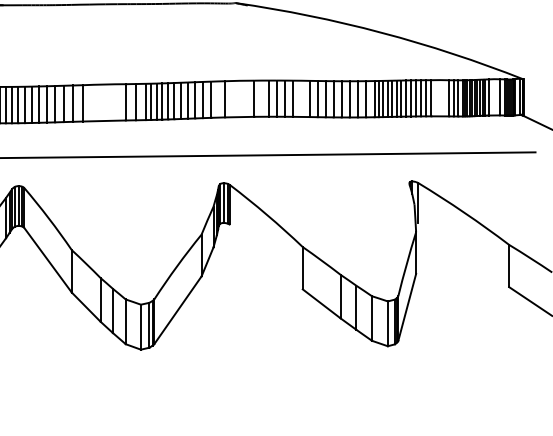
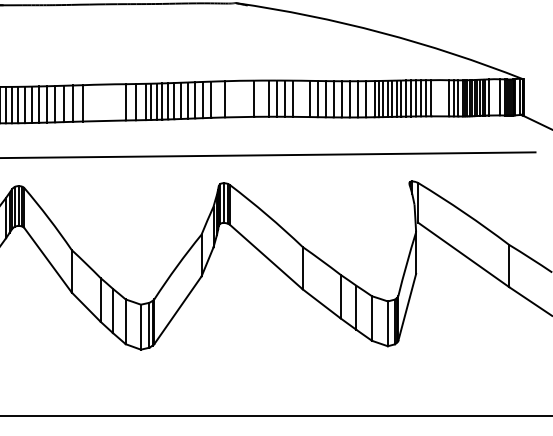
line at (463, 254): none -> present
line at (265, 256): none -> present
line at (275, 416): none -> present
